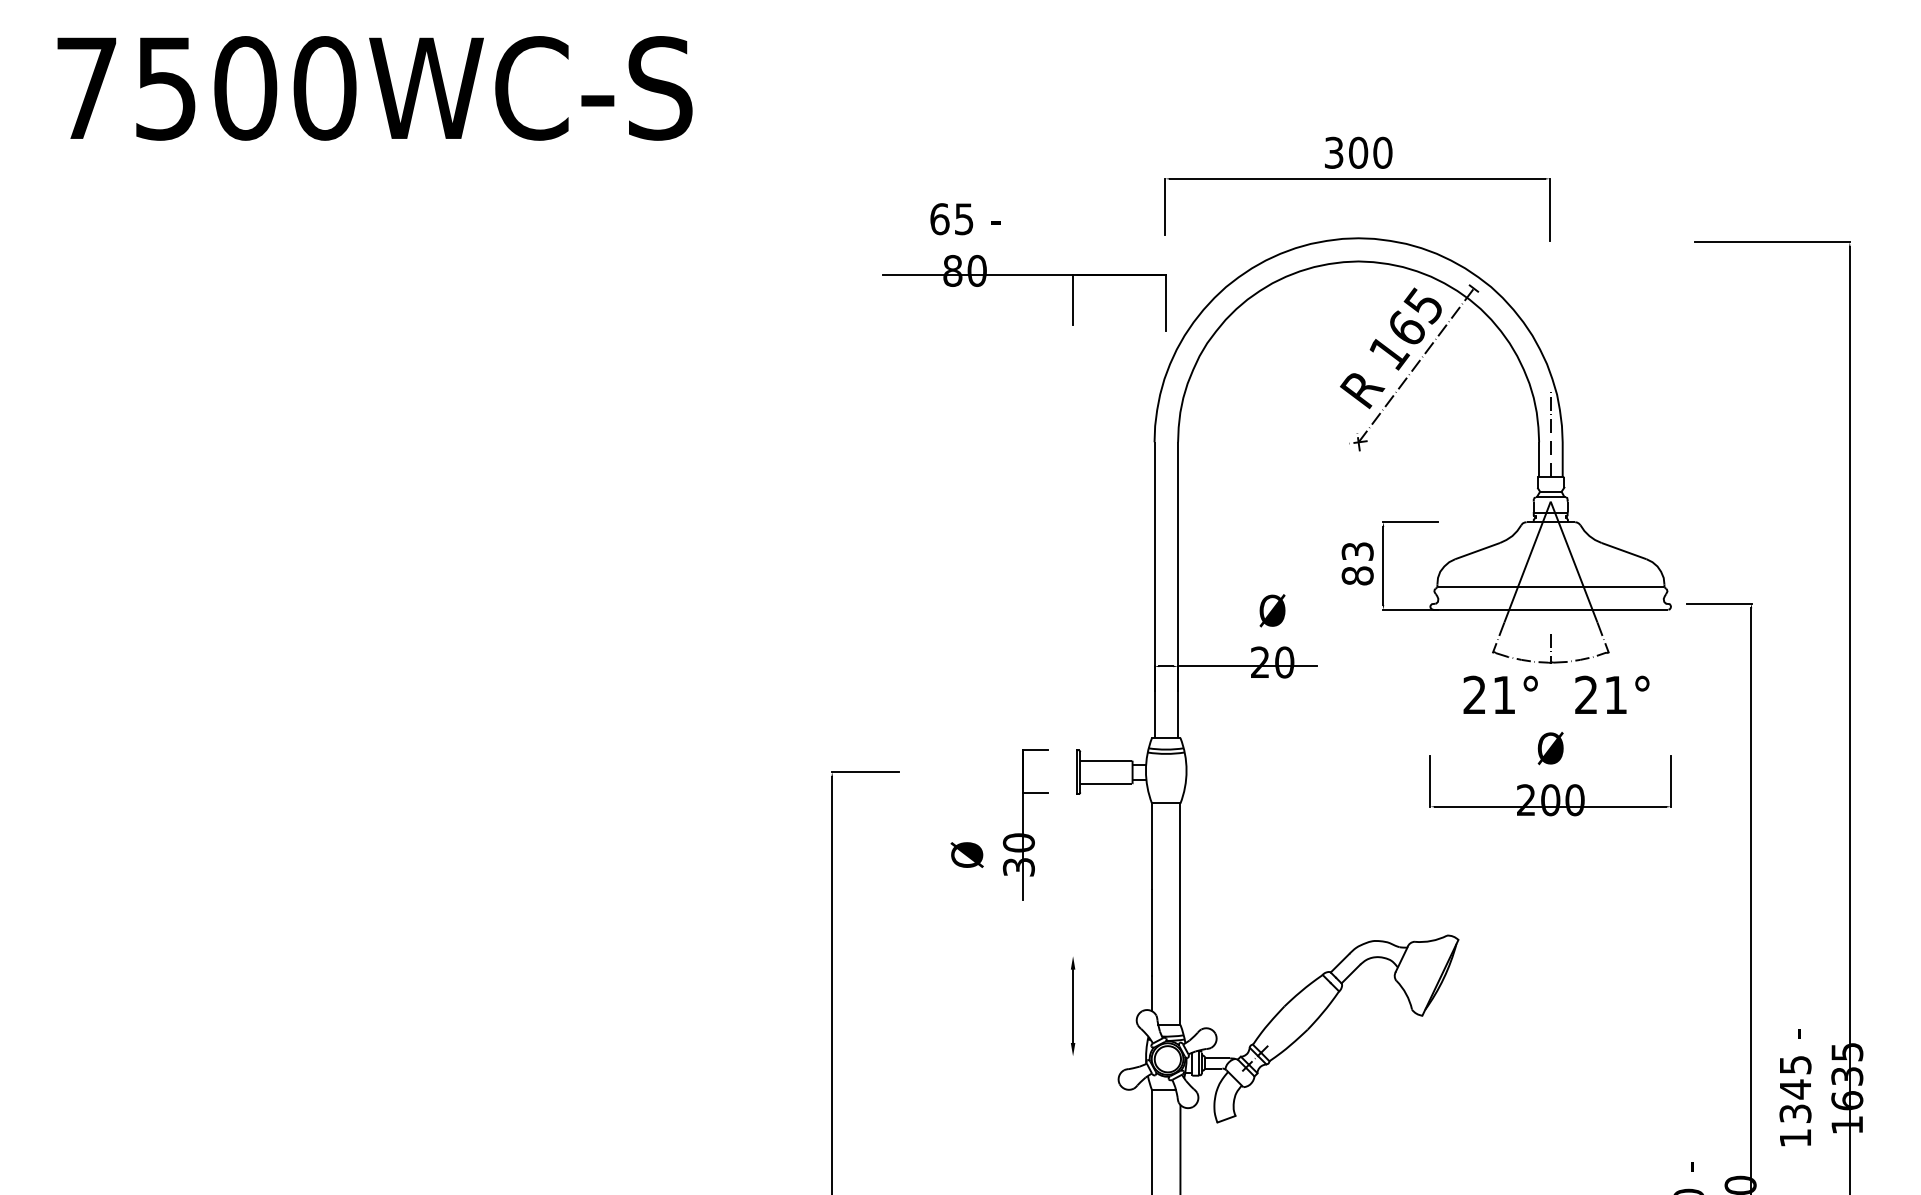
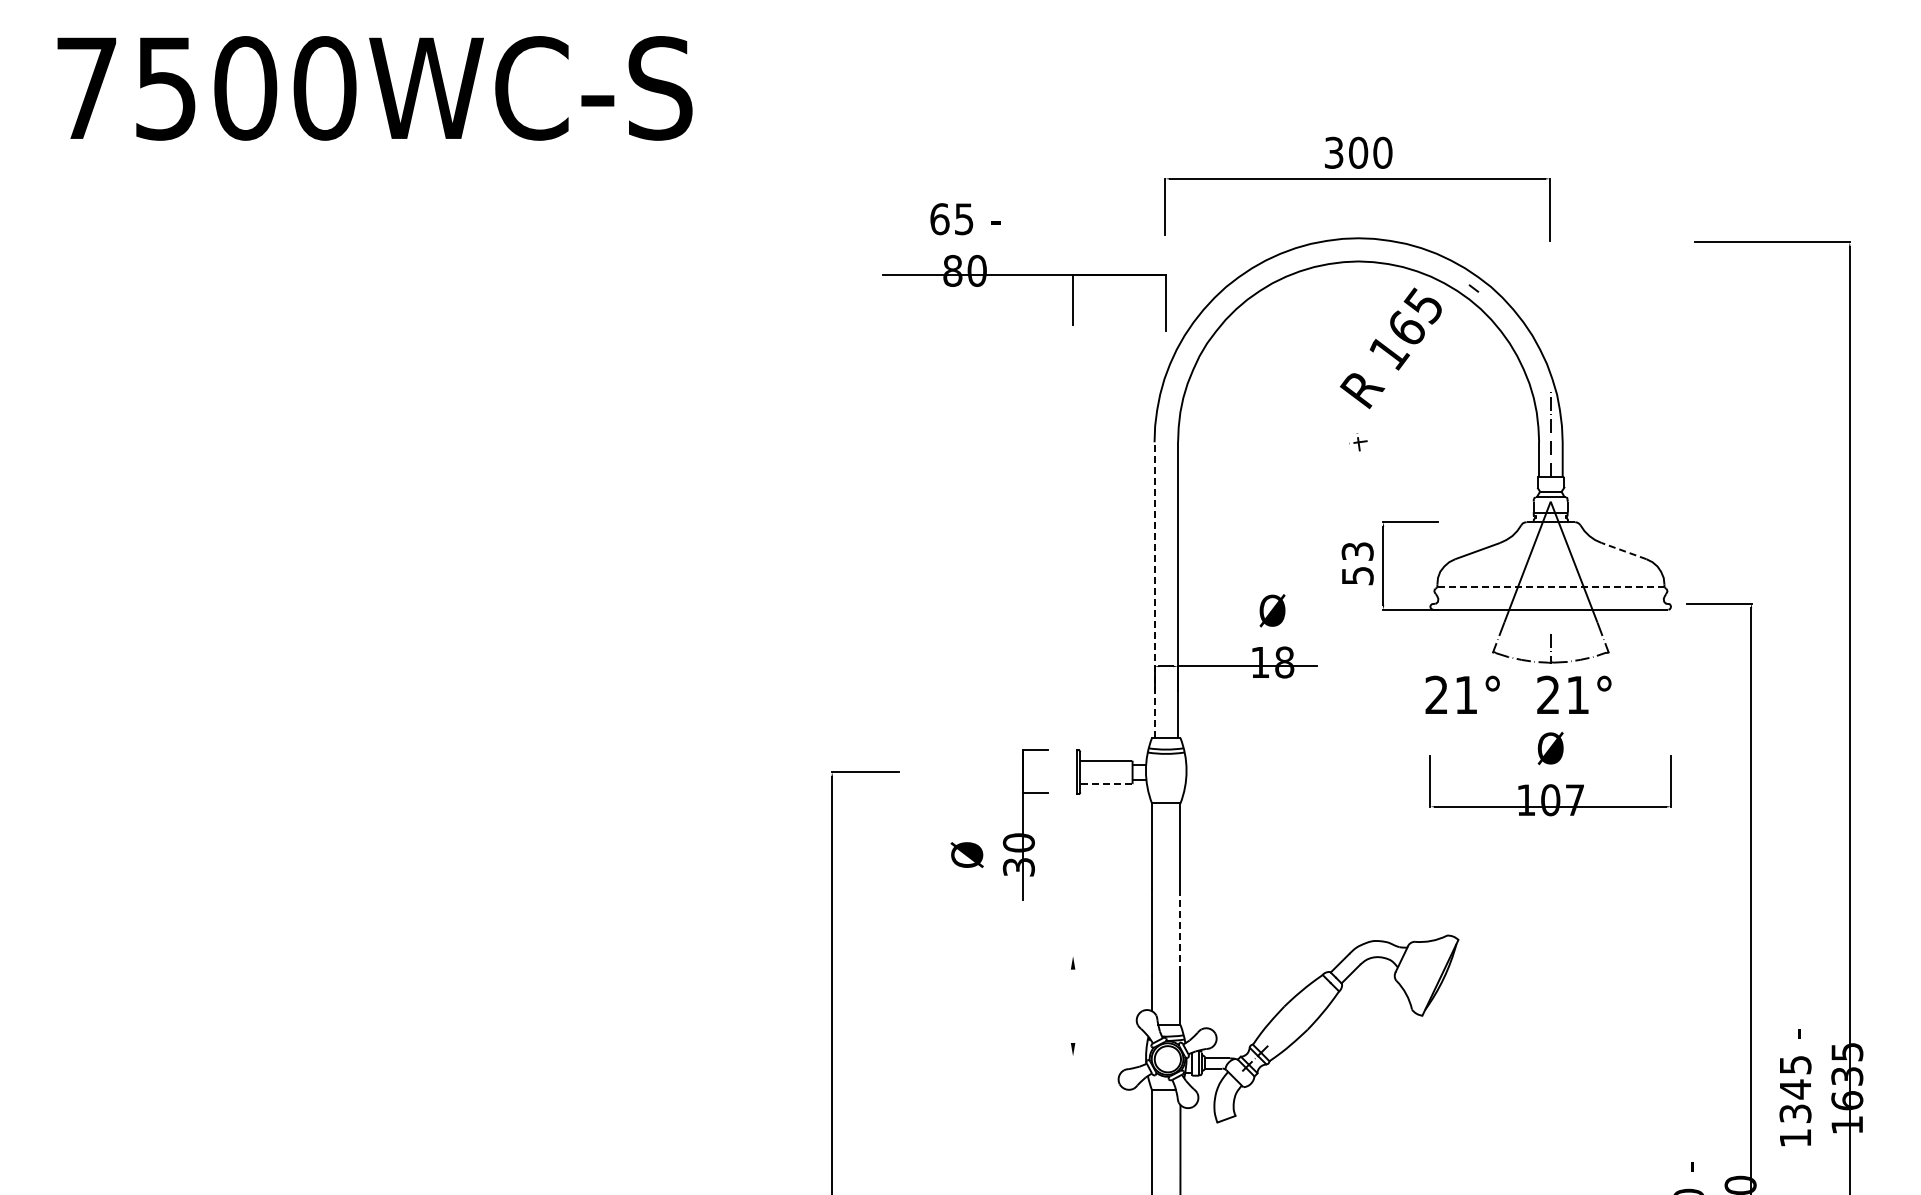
line at (1415, 365): present -> none
line at (1624, 551): solid -> dashed
text at (1357, 575): 83 -> 53
line at (1551, 587): solid -> dashed
line at (1154, 590): solid -> dashed
text at (1272, 662): 20 -> 18
text at (1556, 694) position: (1556, 694) -> (1518, 694)
line at (1106, 783): solid -> dashed
text at (1550, 800): 200 -> 107
line at (1180, 931): solid -> dashed
line at (1073, 1005): present -> none
